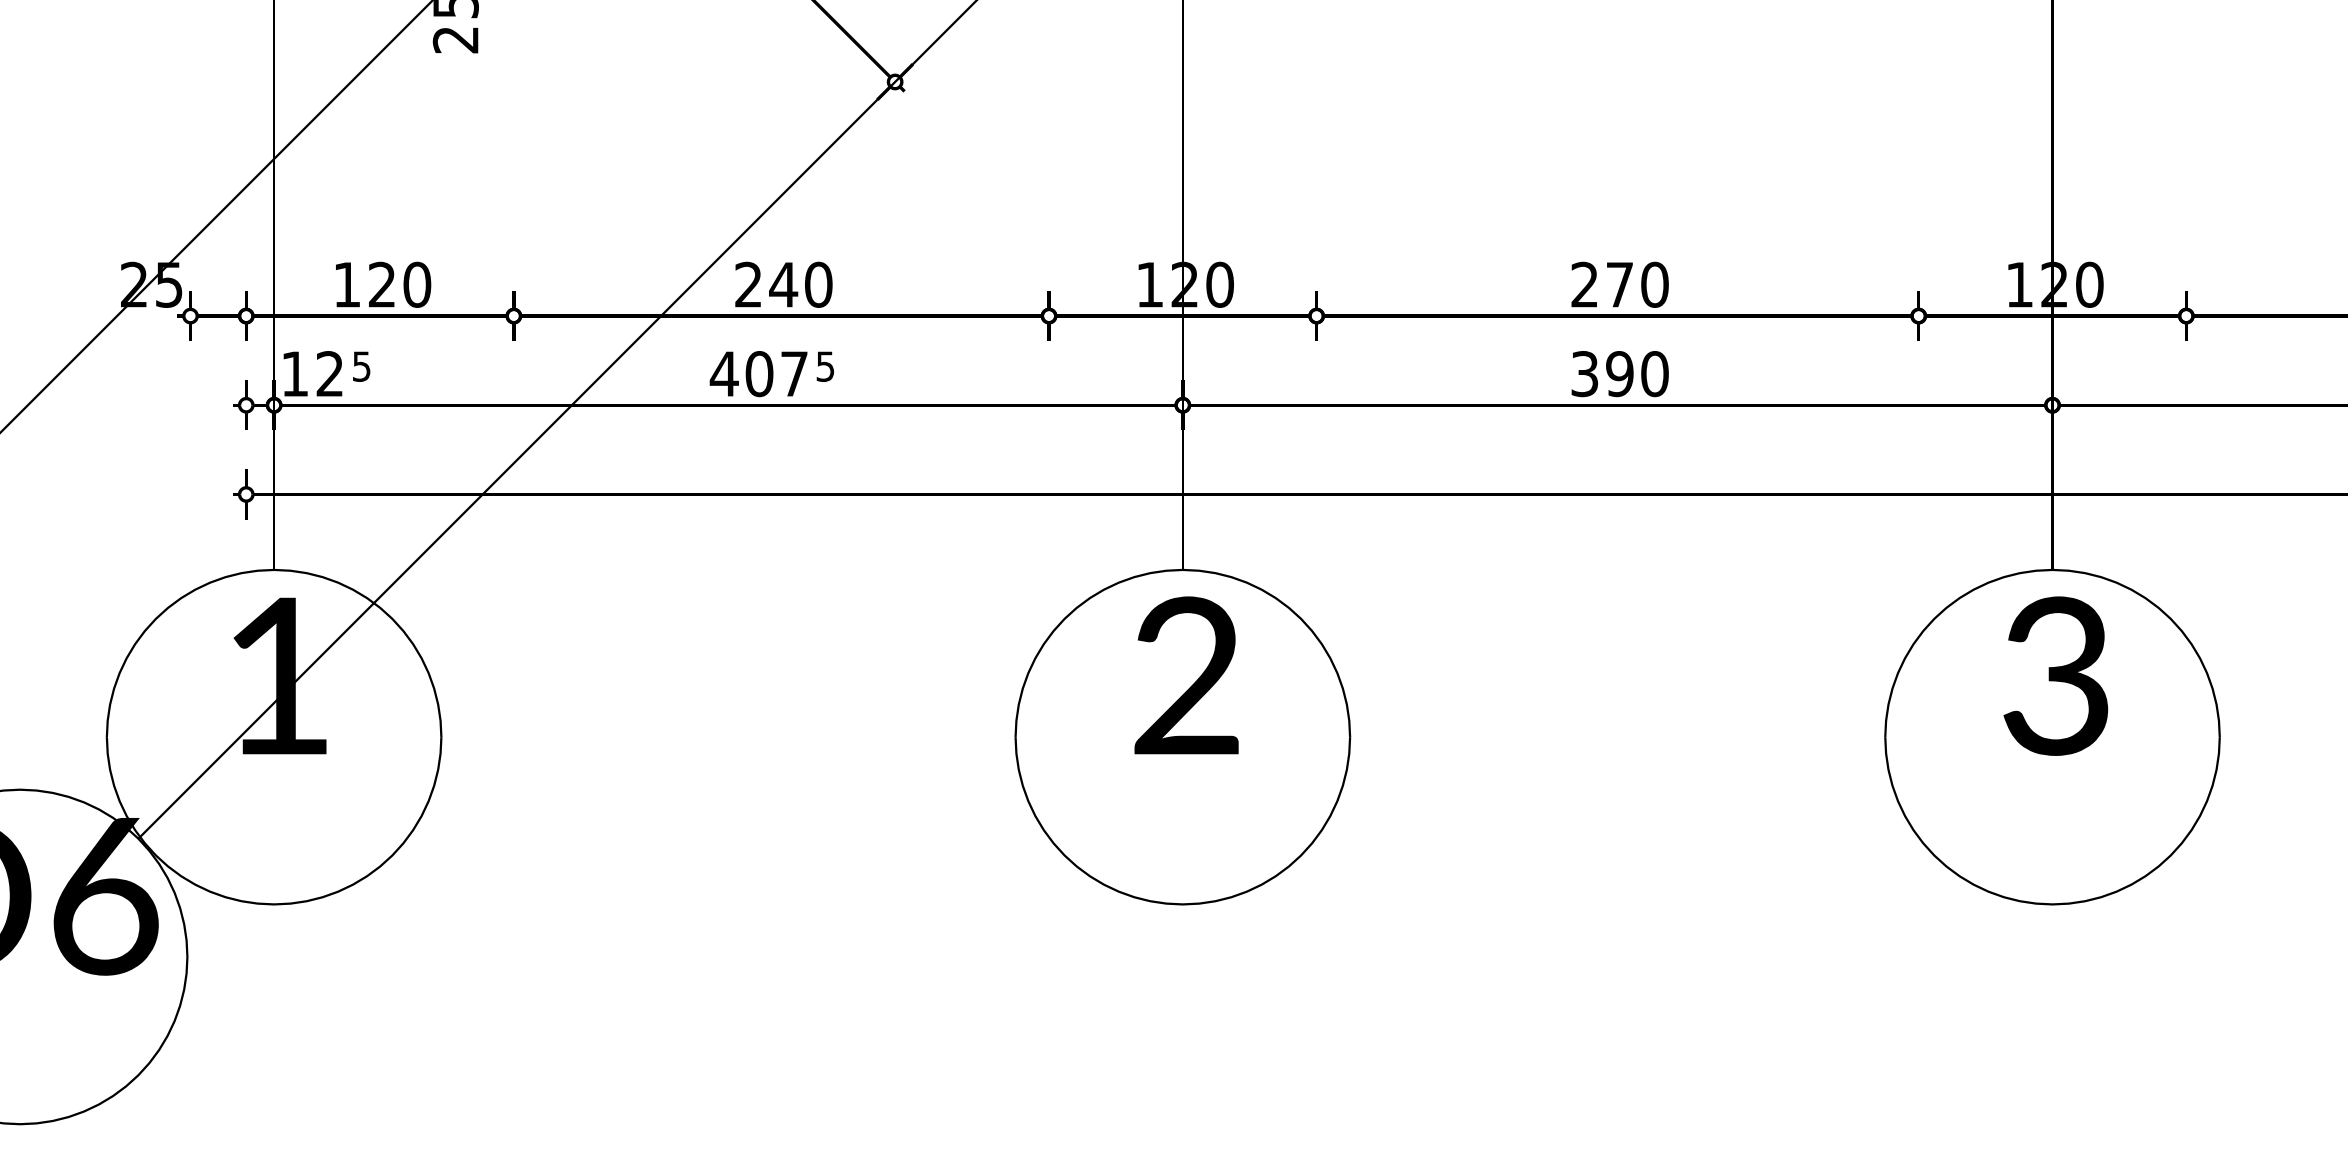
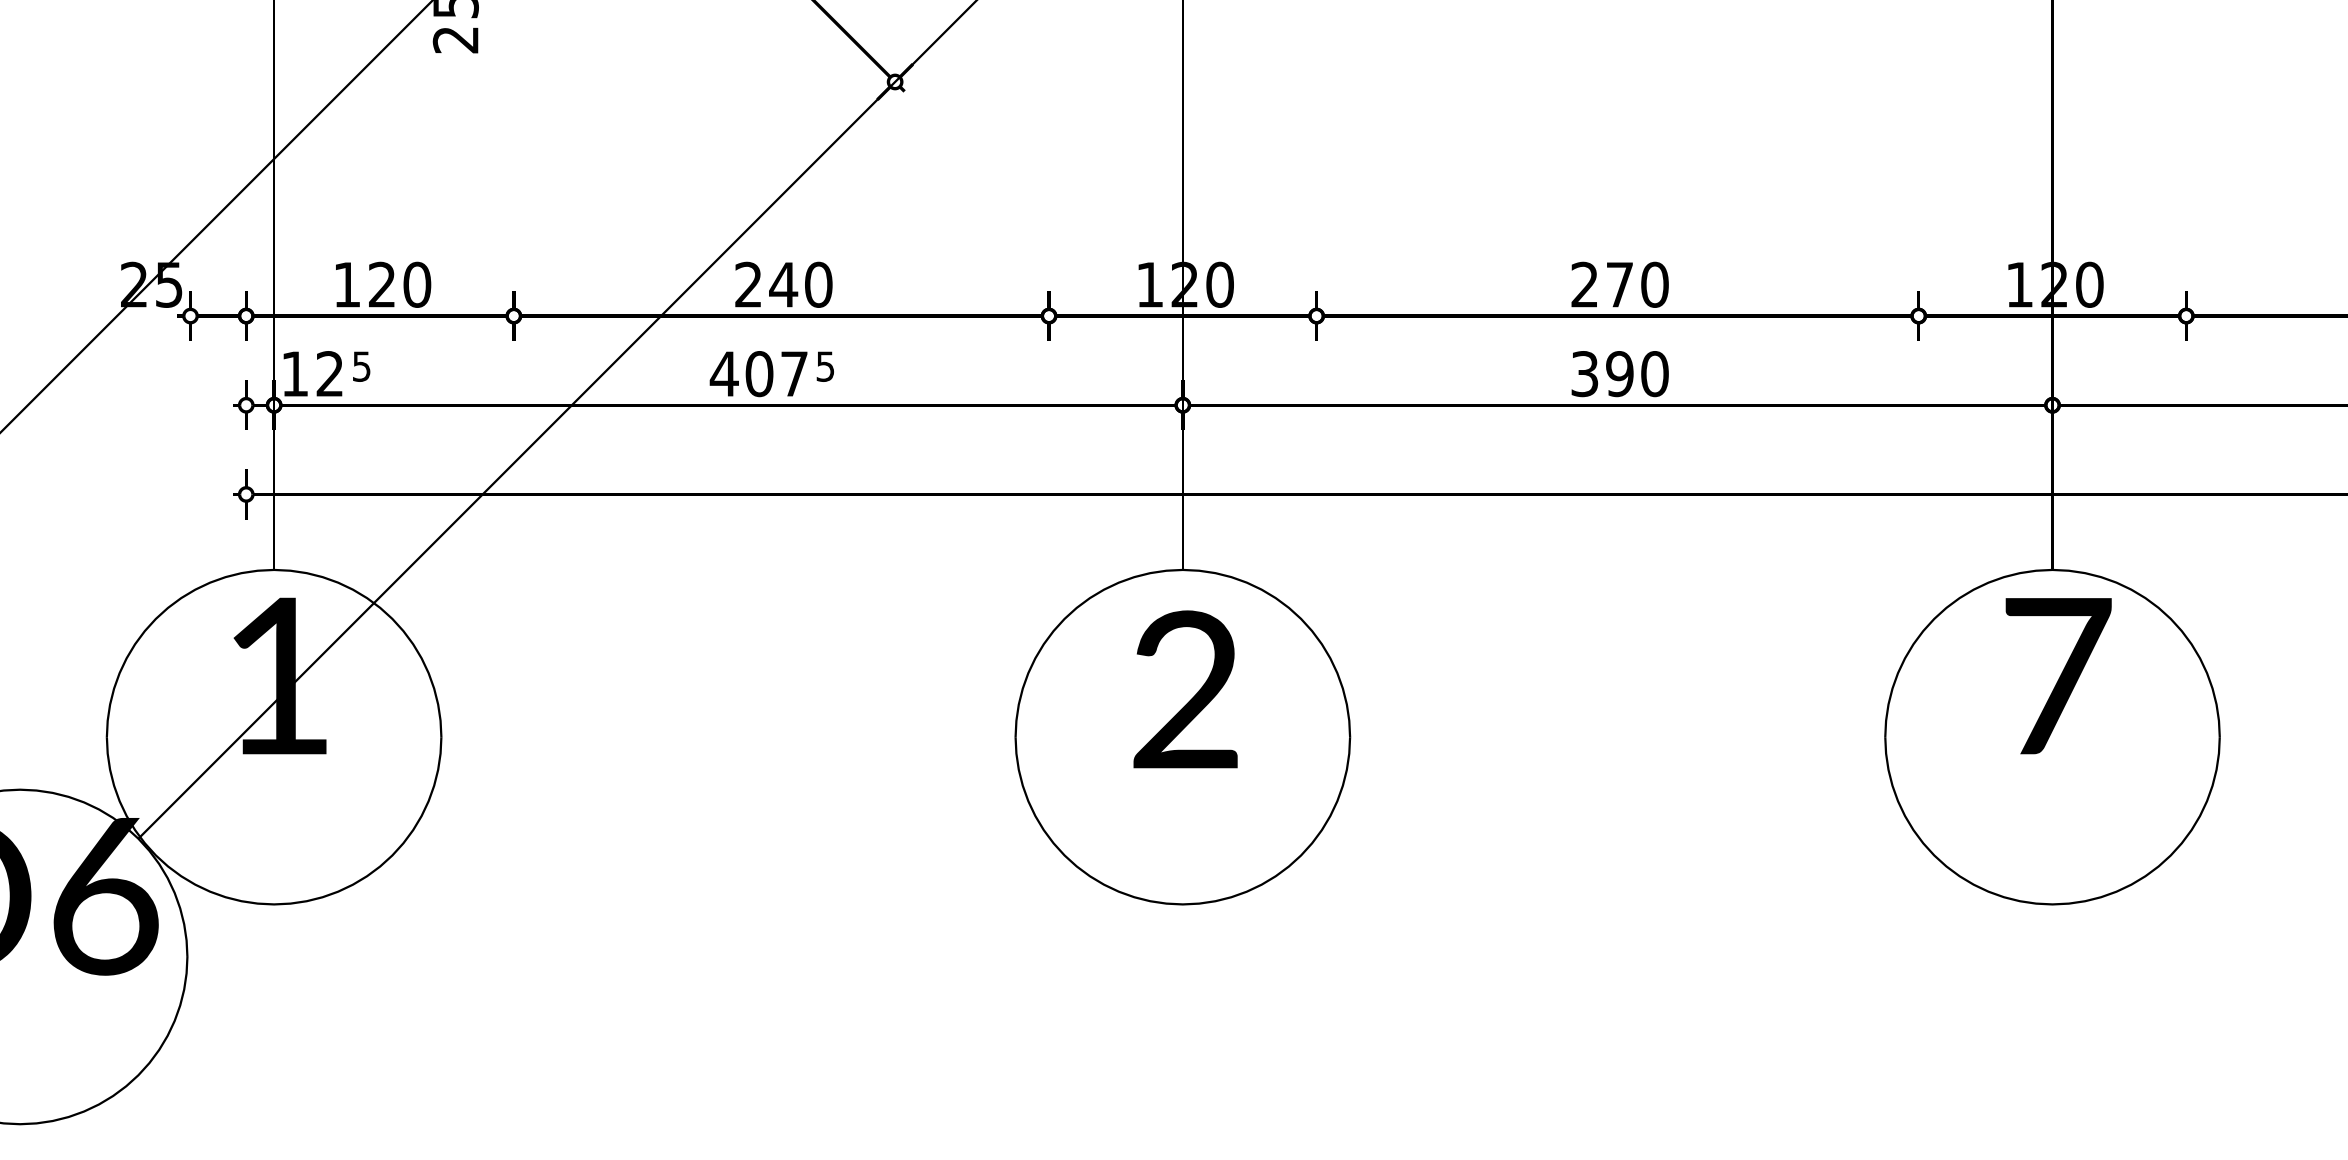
text at (1186, 675) position: (1186, 675) -> (1185, 689)
text at (2057, 675): 3 -> 7
